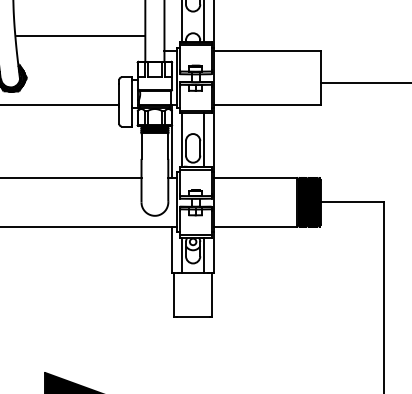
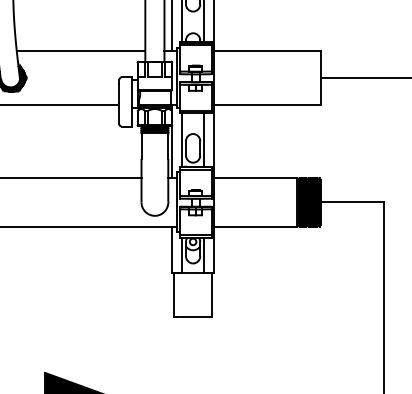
line at (172, 26): none -> present
line at (80, 35) position: (80, 35) -> (80, 50)
line at (364, 82) position: (364, 82) -> (364, 77)
